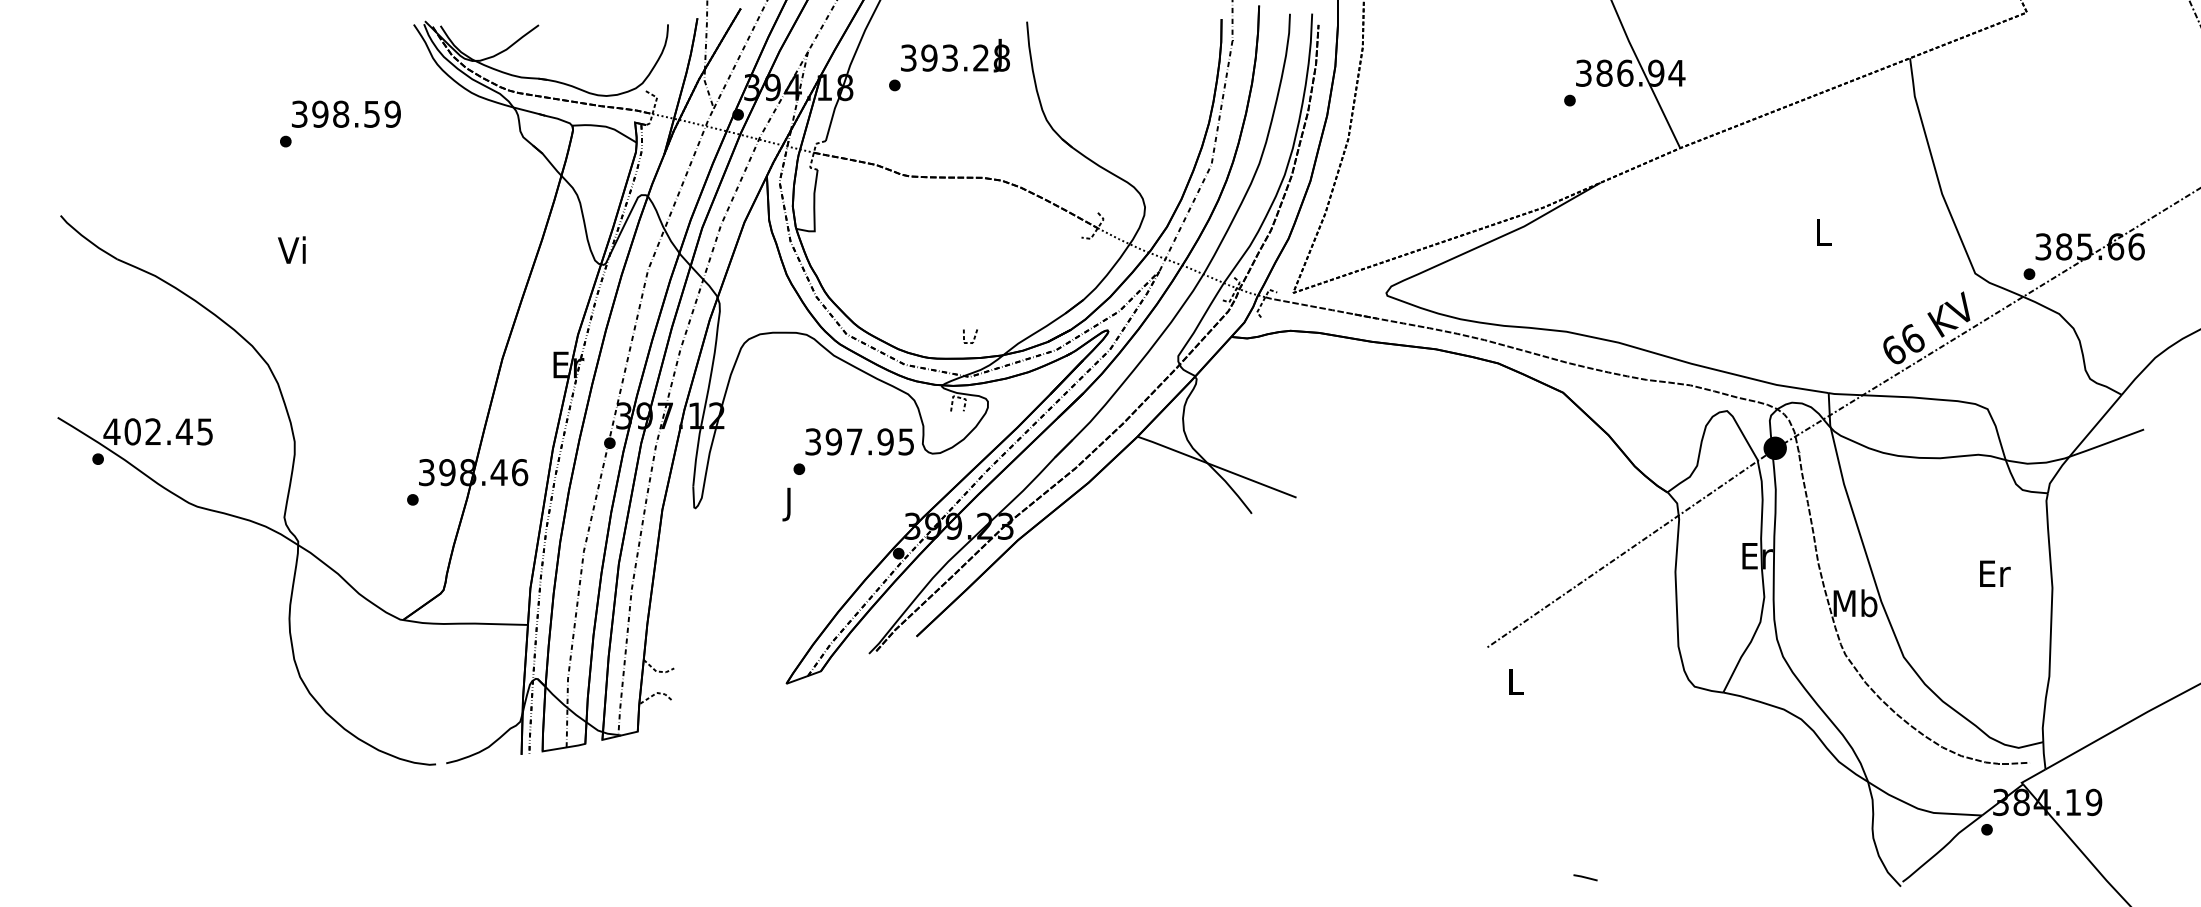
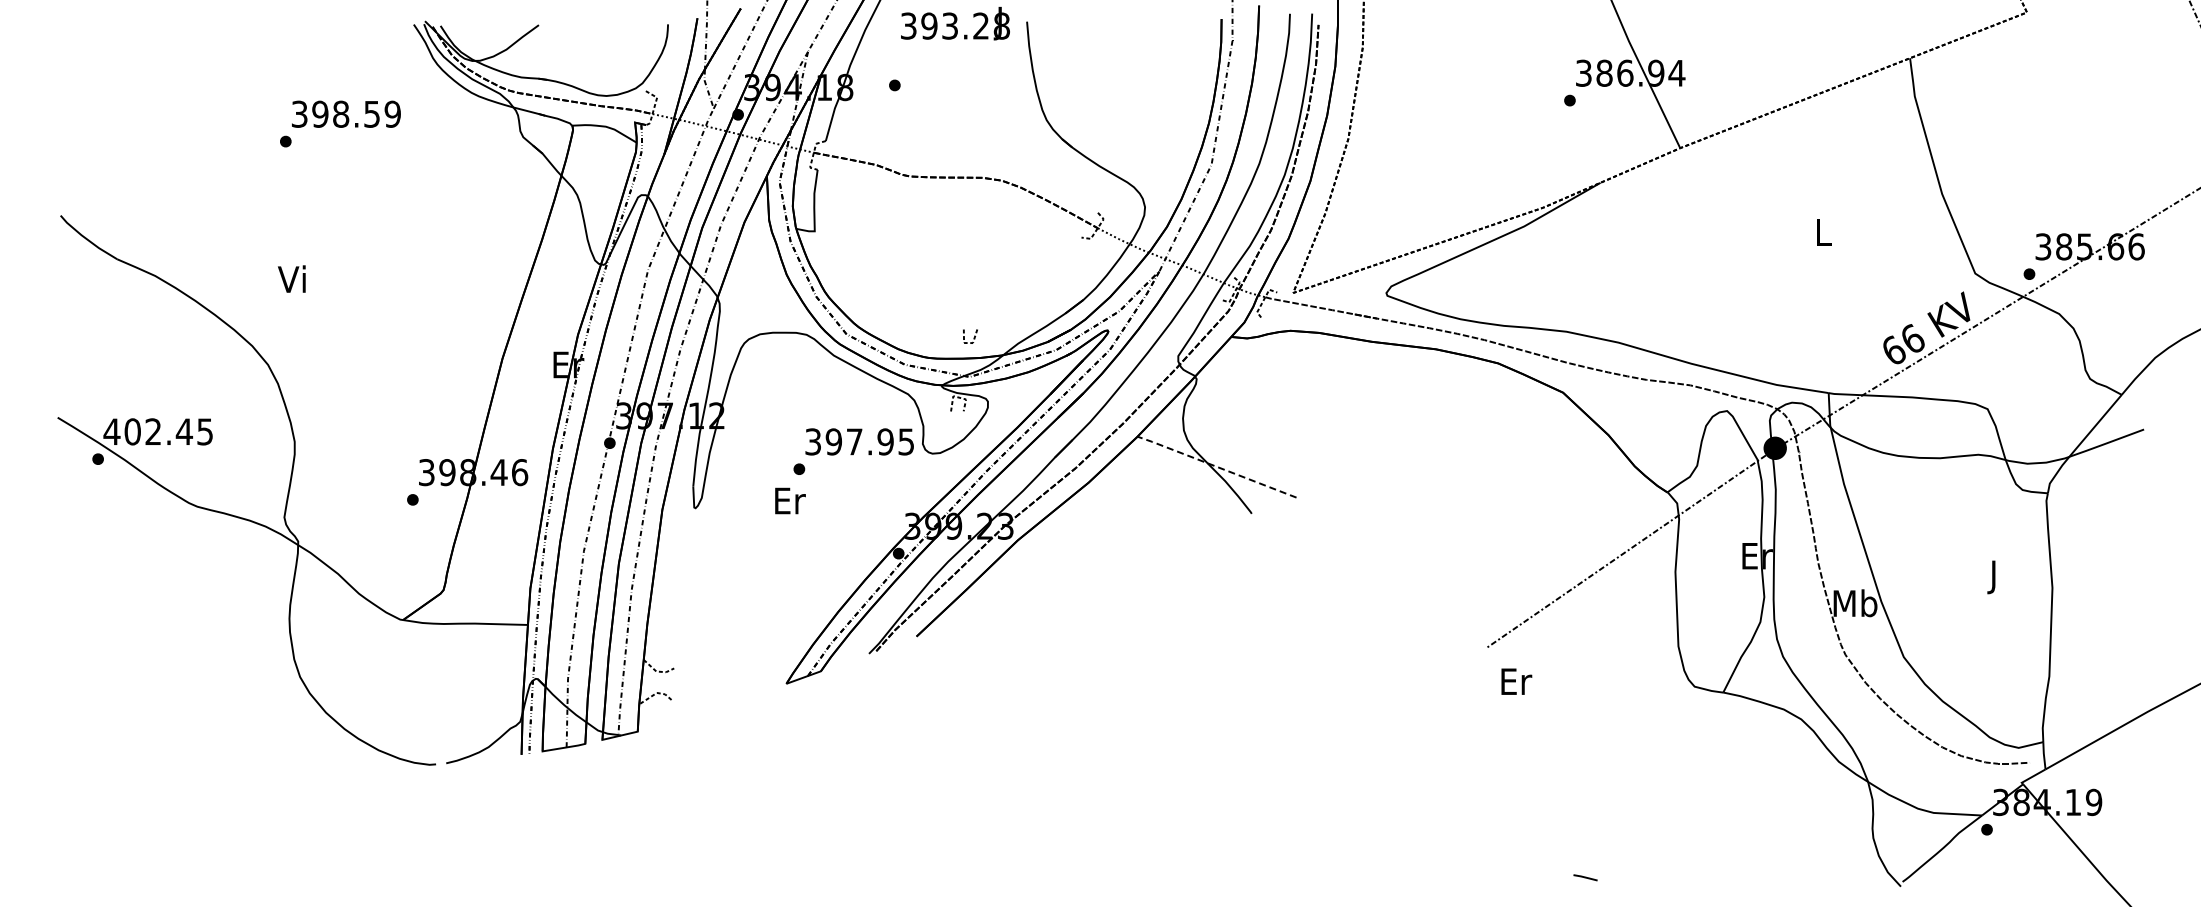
text at (955, 55) position: (955, 55) -> (955, 23)
text at (291, 249) position: (291, 249) -> (291, 278)
line at (1216, 466): solid -> dashed
text at (790, 504): J -> Er
text at (1995, 577): Er -> J
text at (1516, 681): L -> Er
